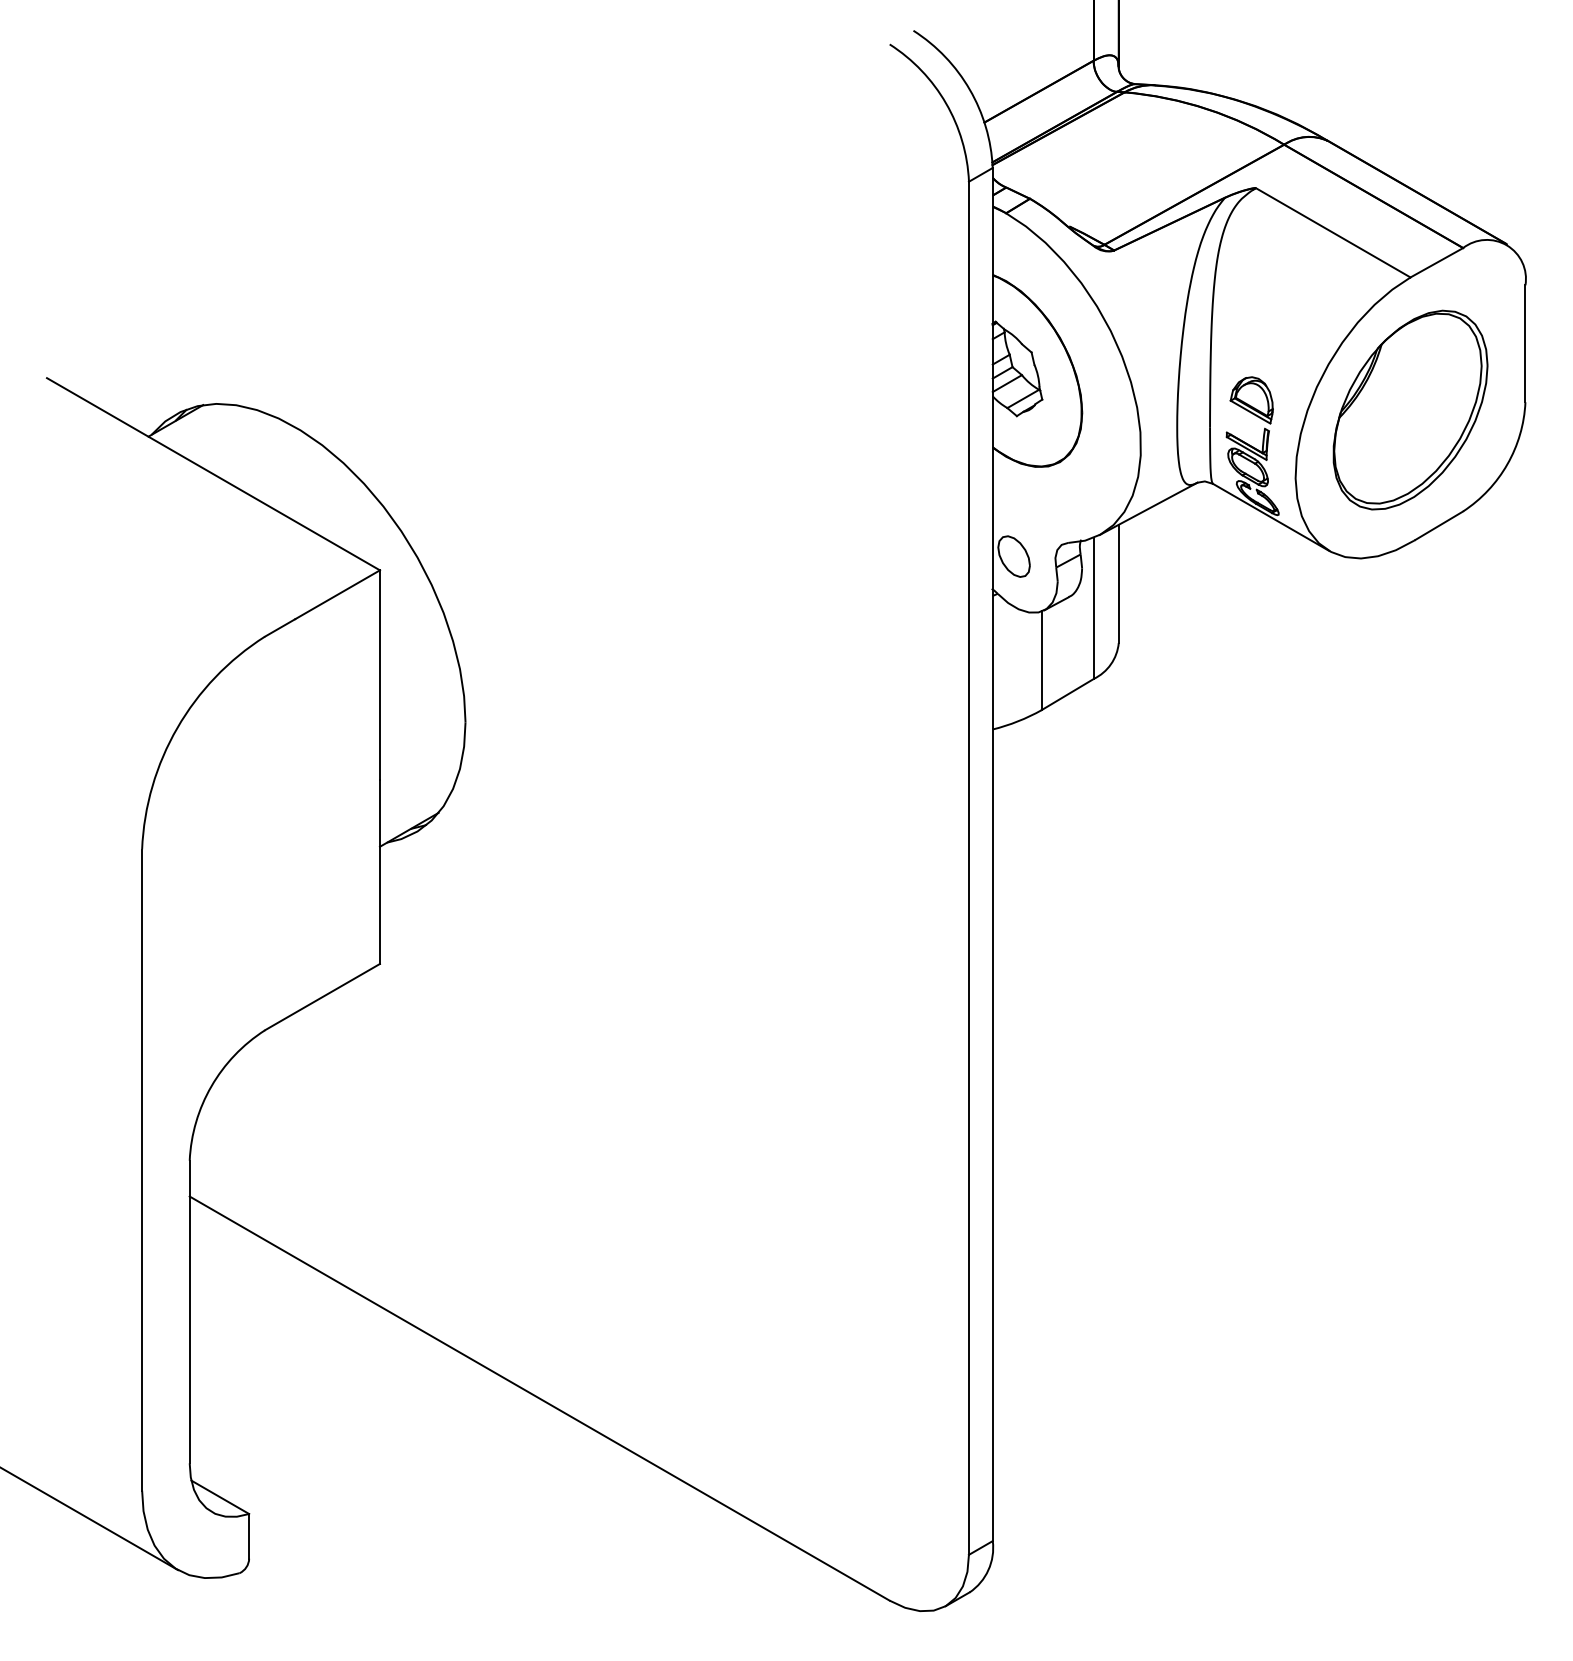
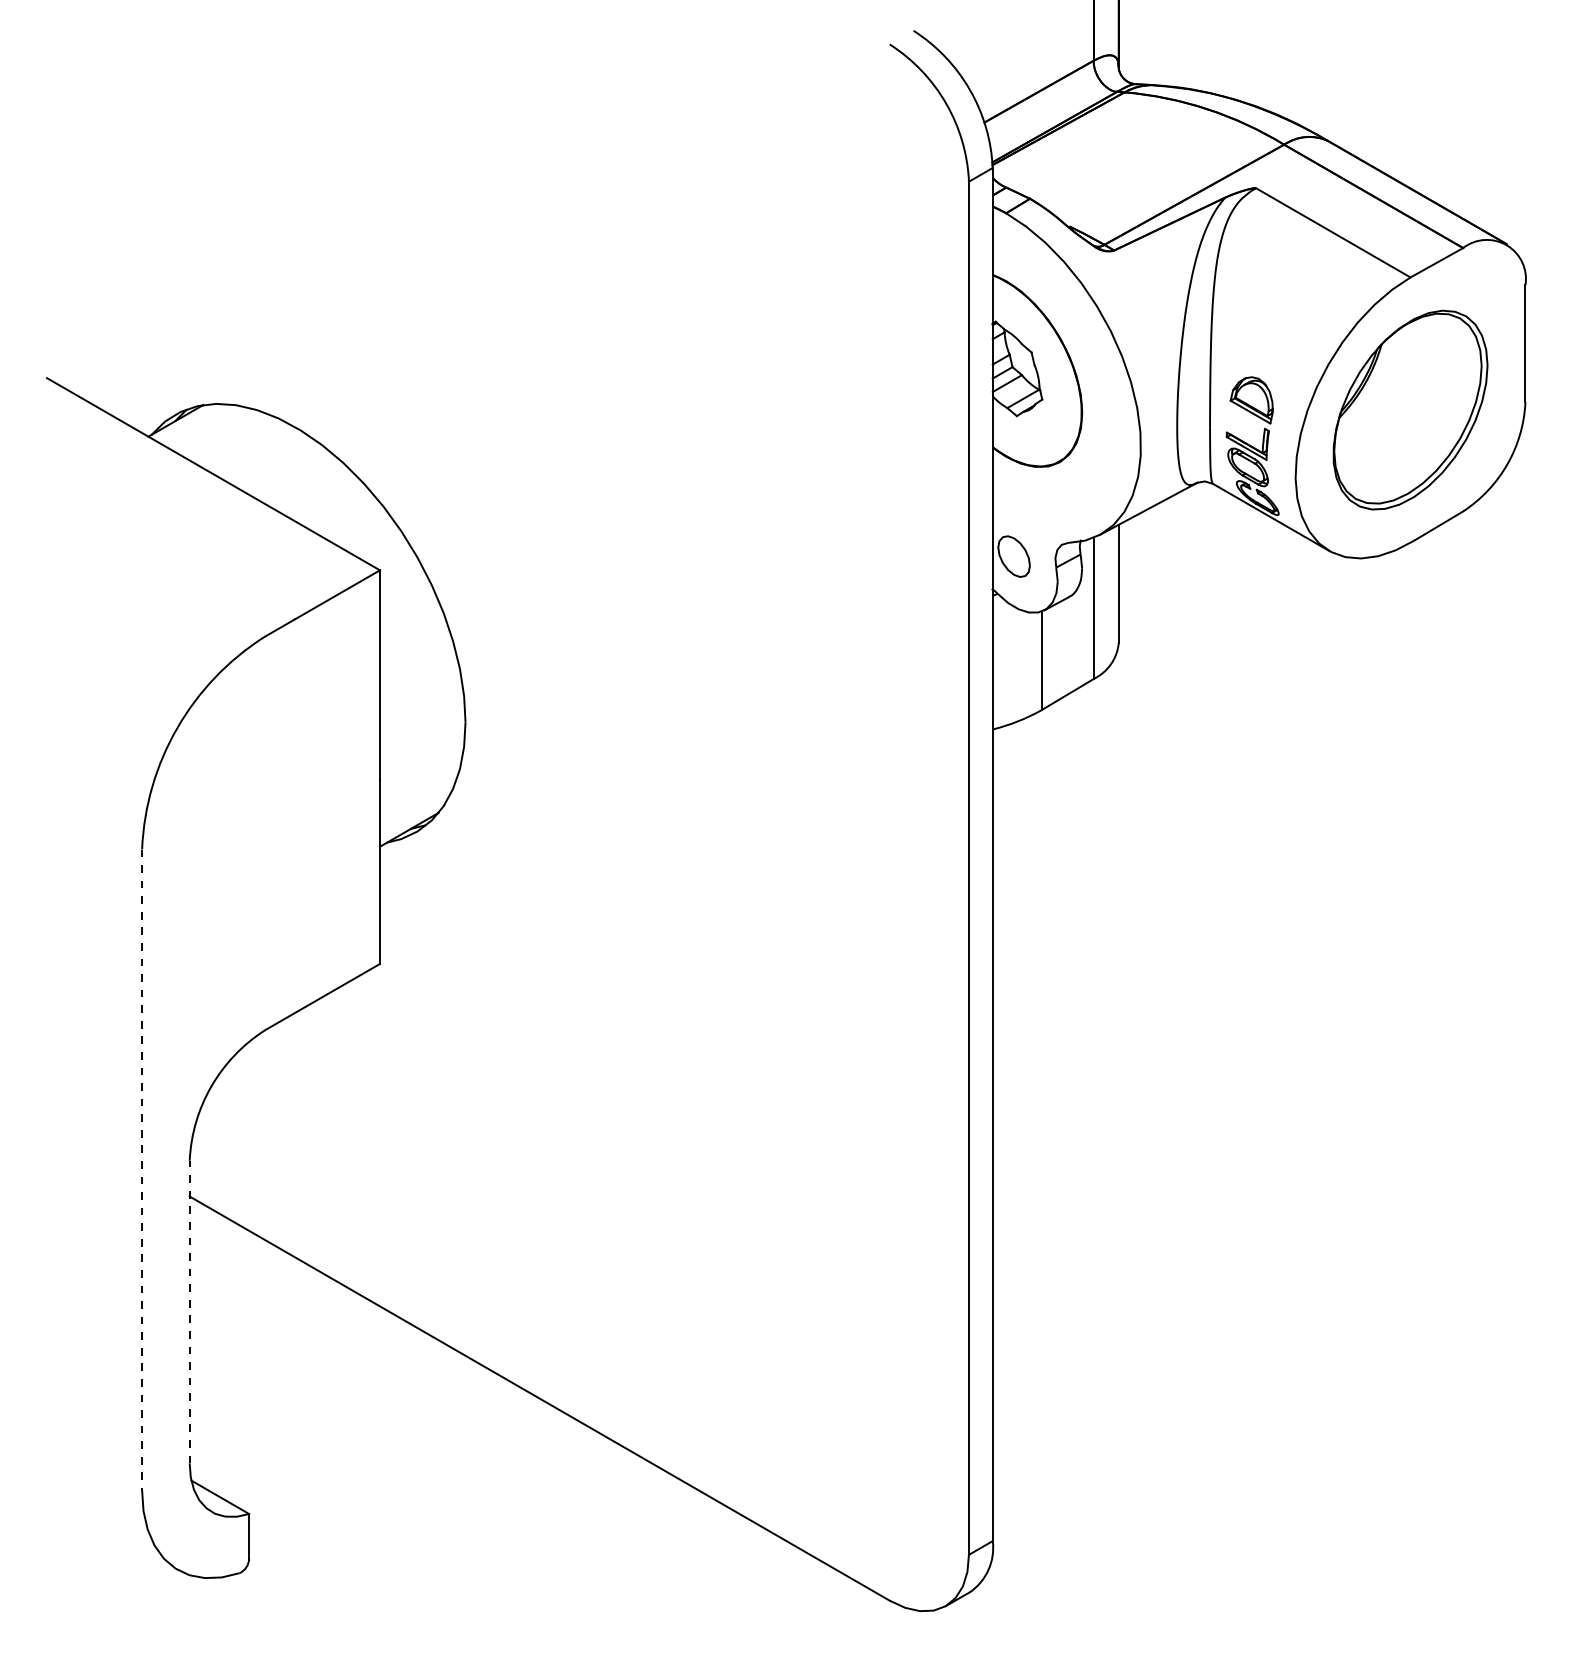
line at (142, 1170): solid -> dashed
line at (189, 1311): solid -> dashed
line at (90, 1519): present -> none
